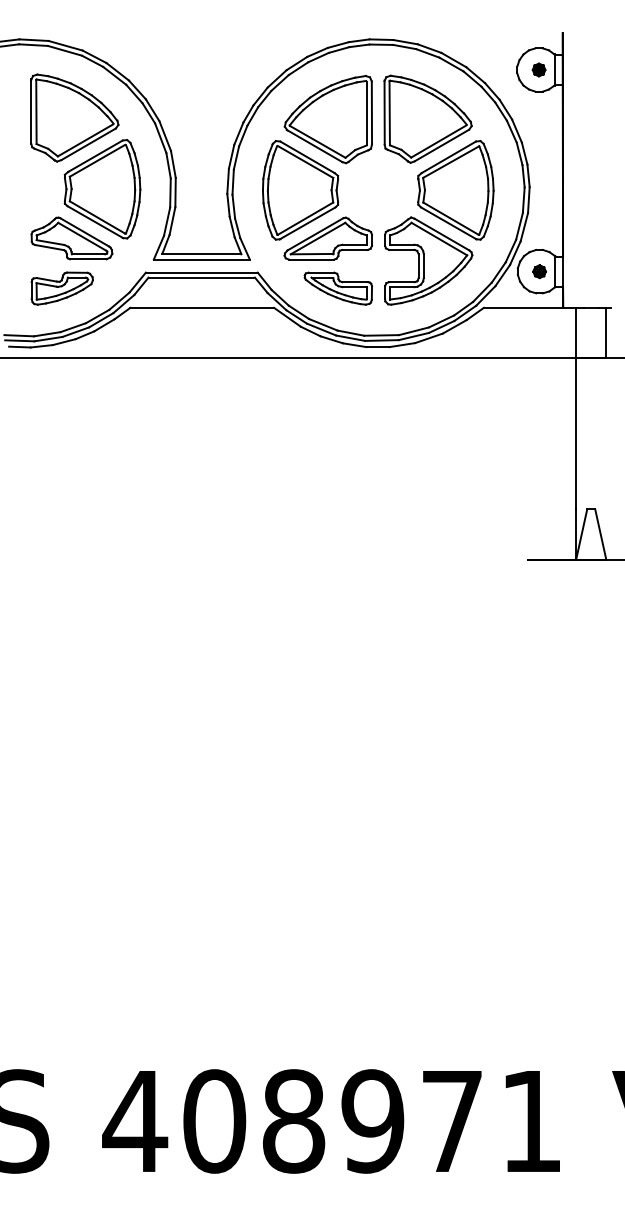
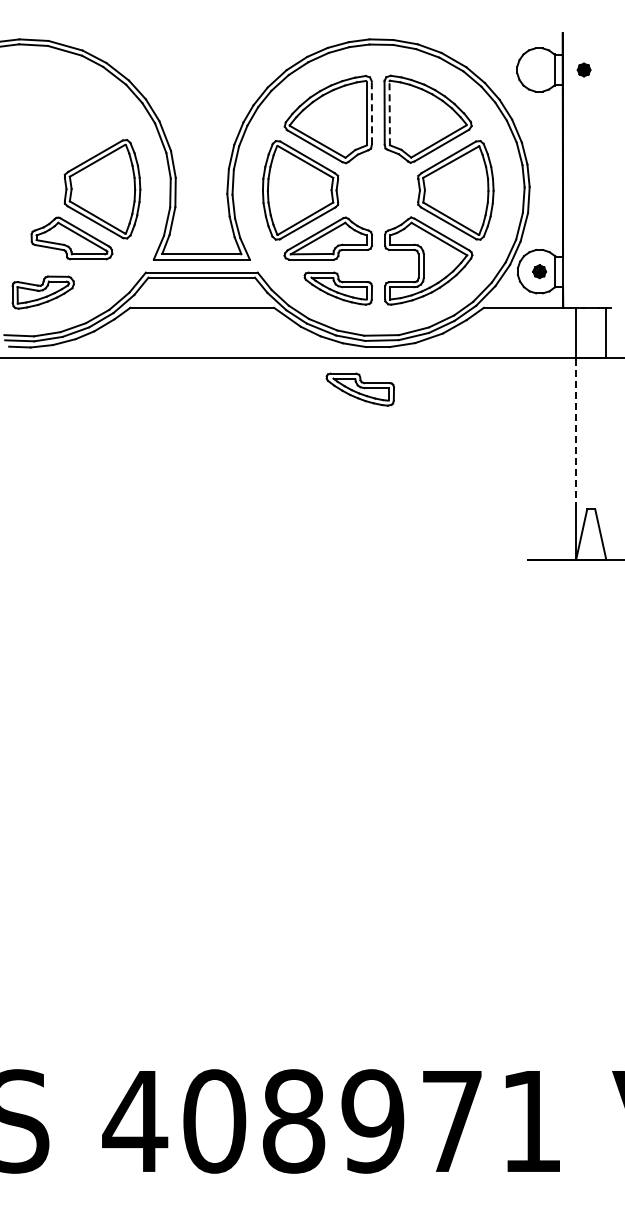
part at (538, 69) position: (538, 69) -> (583, 69)
line at (371, 112): solid -> dashed
line at (389, 112): solid -> dashed
part at (74, 117): present -> none
part at (61, 288) position: (61, 288) -> (42, 292)
part at (359, 389): none -> present
line at (576, 433): solid -> dashed
